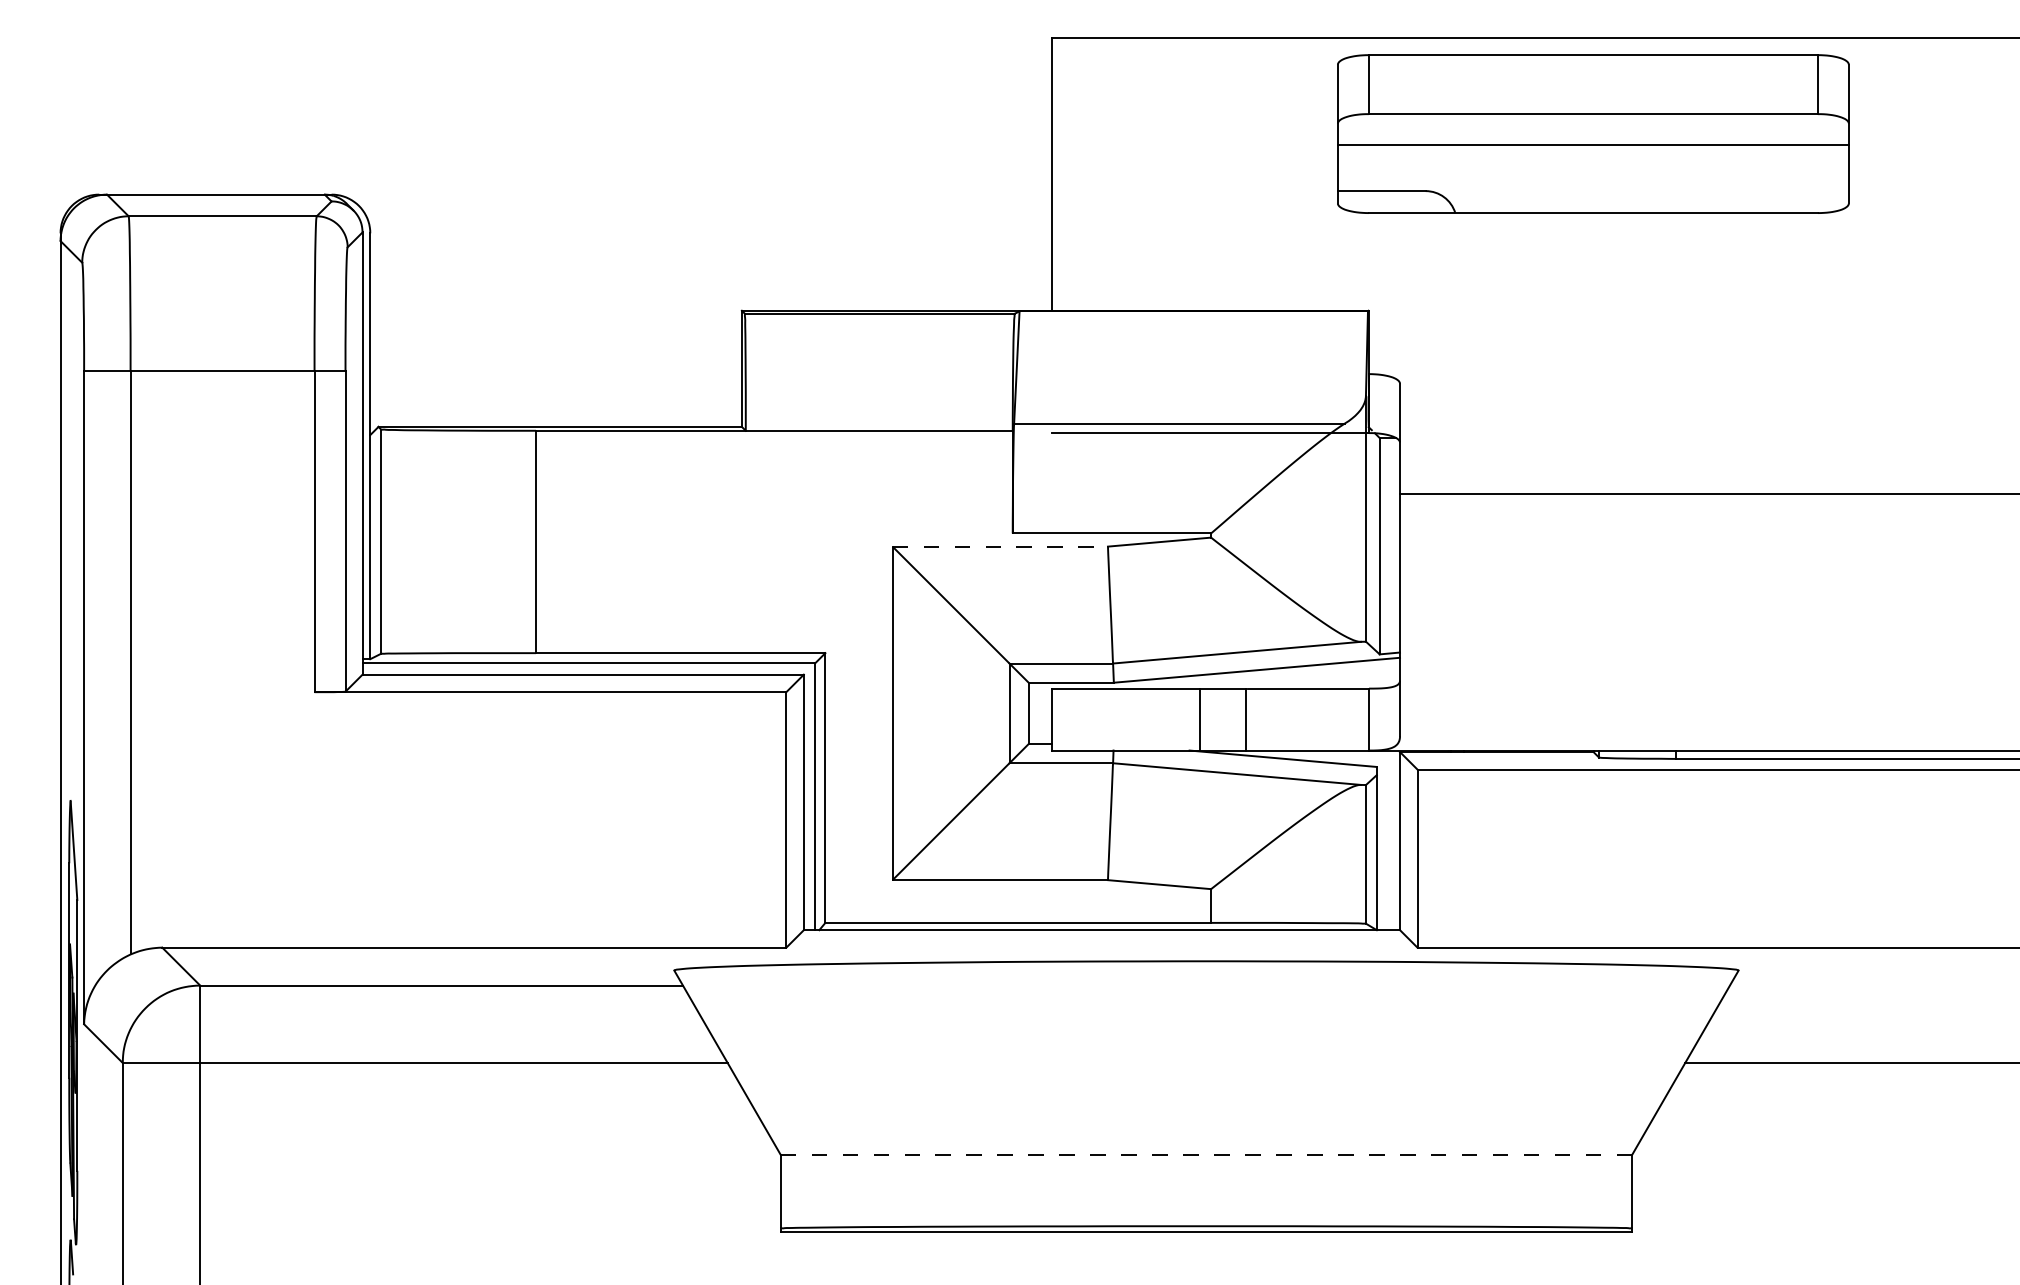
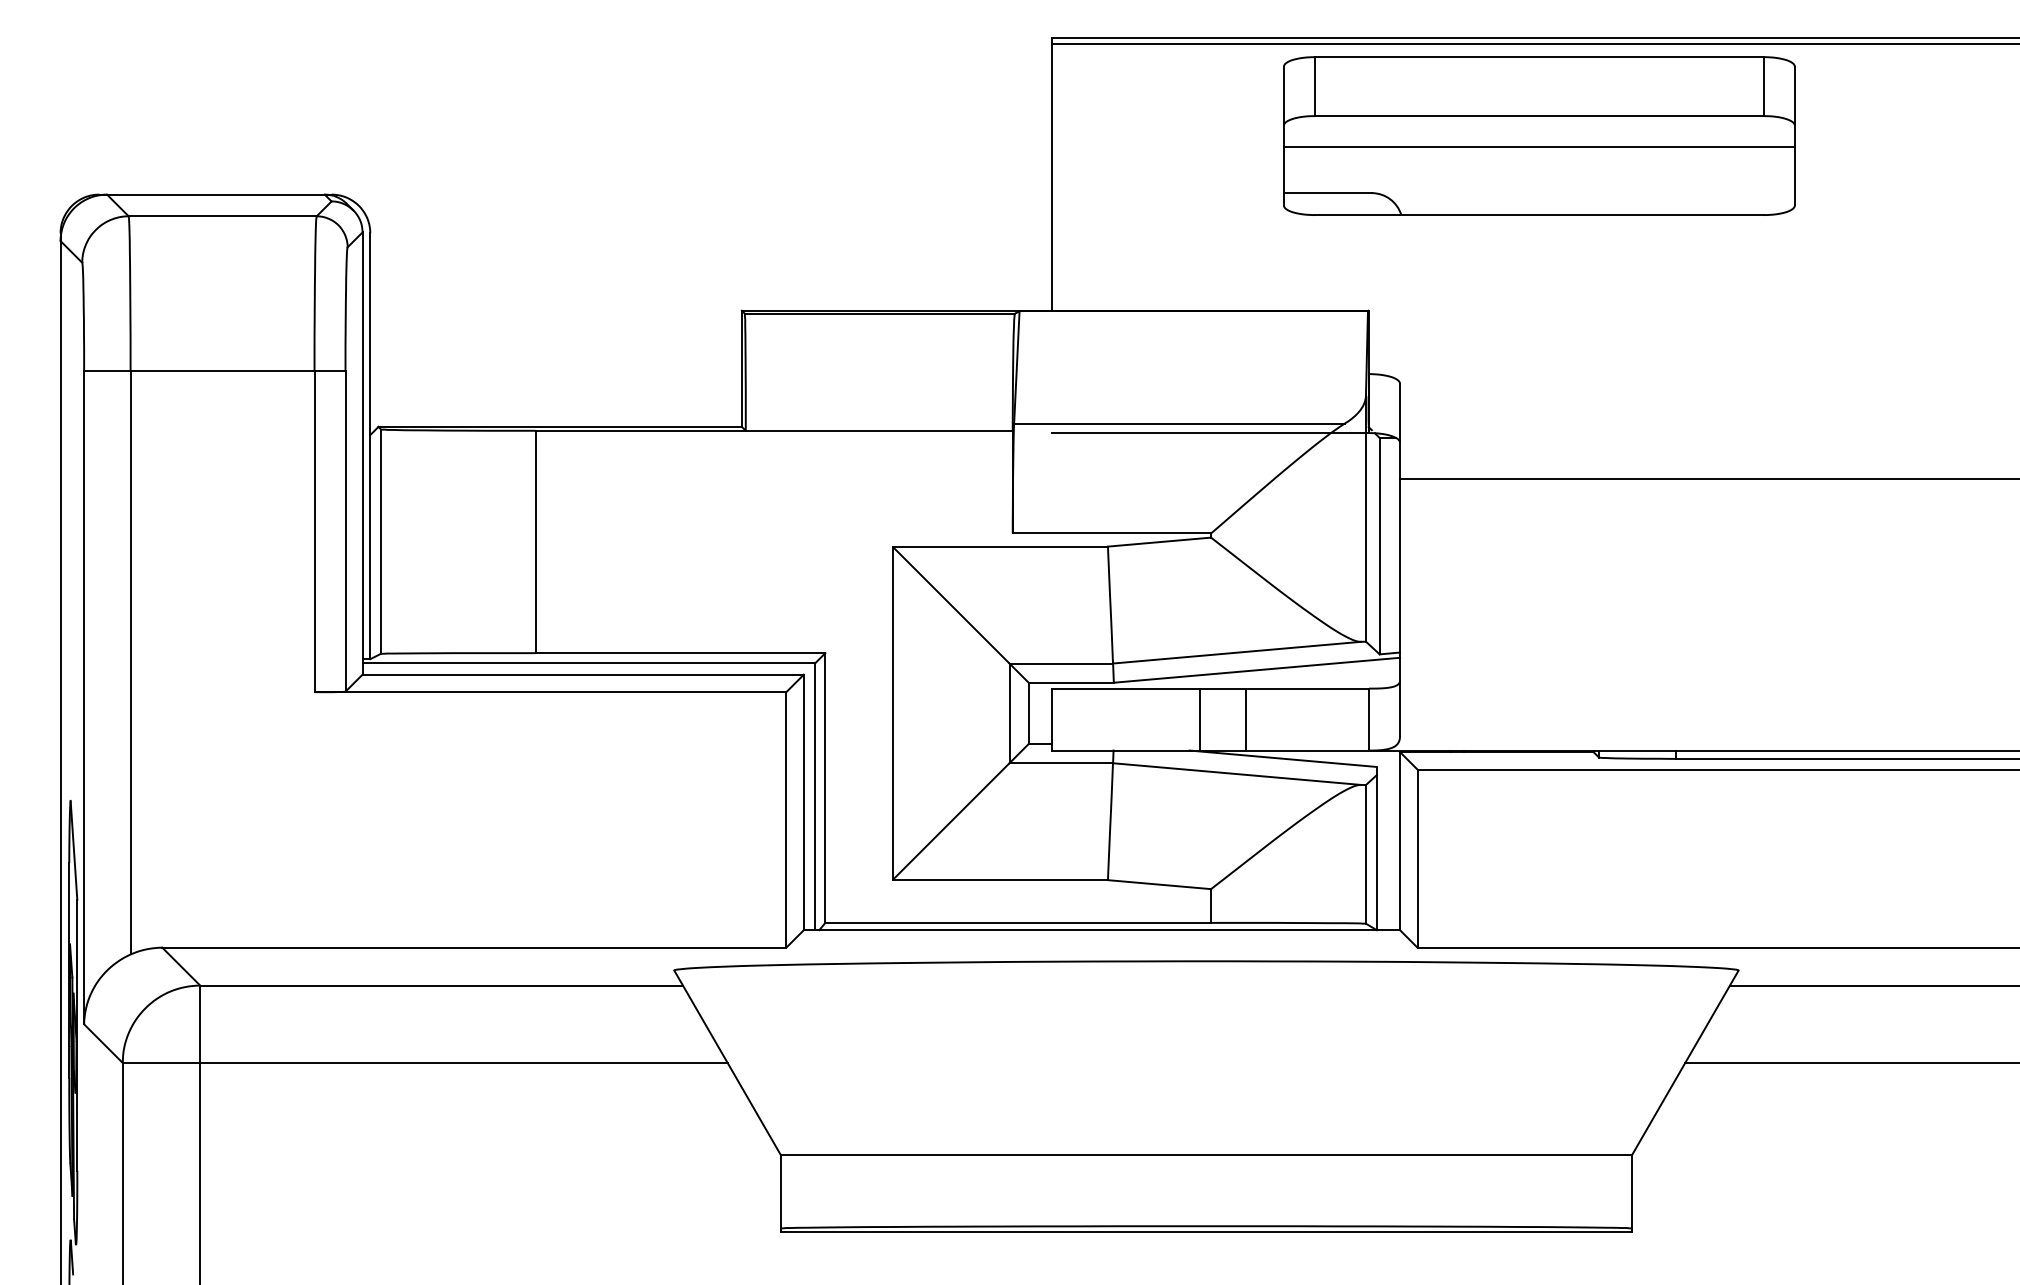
line at (1533, 43): none -> present
part at (1593, 133) position: (1593, 133) -> (1539, 135)
line at (1708, 493) position: (1708, 493) -> (1708, 478)
line at (1000, 546): dashed -> solid
line at (1872, 985): none -> present
line at (1206, 1154): dashed -> solid
